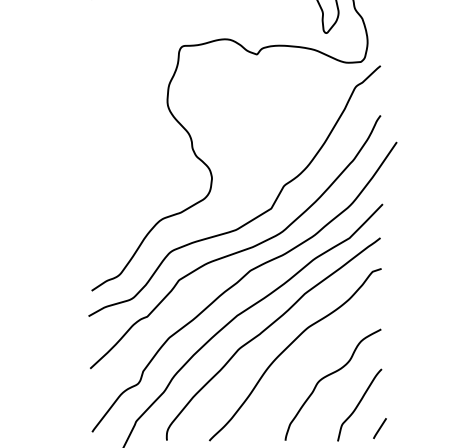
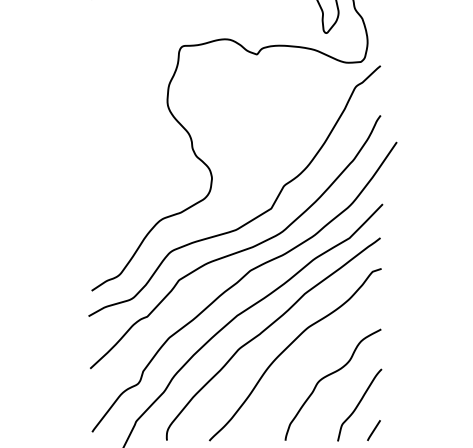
line at (379, 428) position: (379, 428) -> (373, 430)
